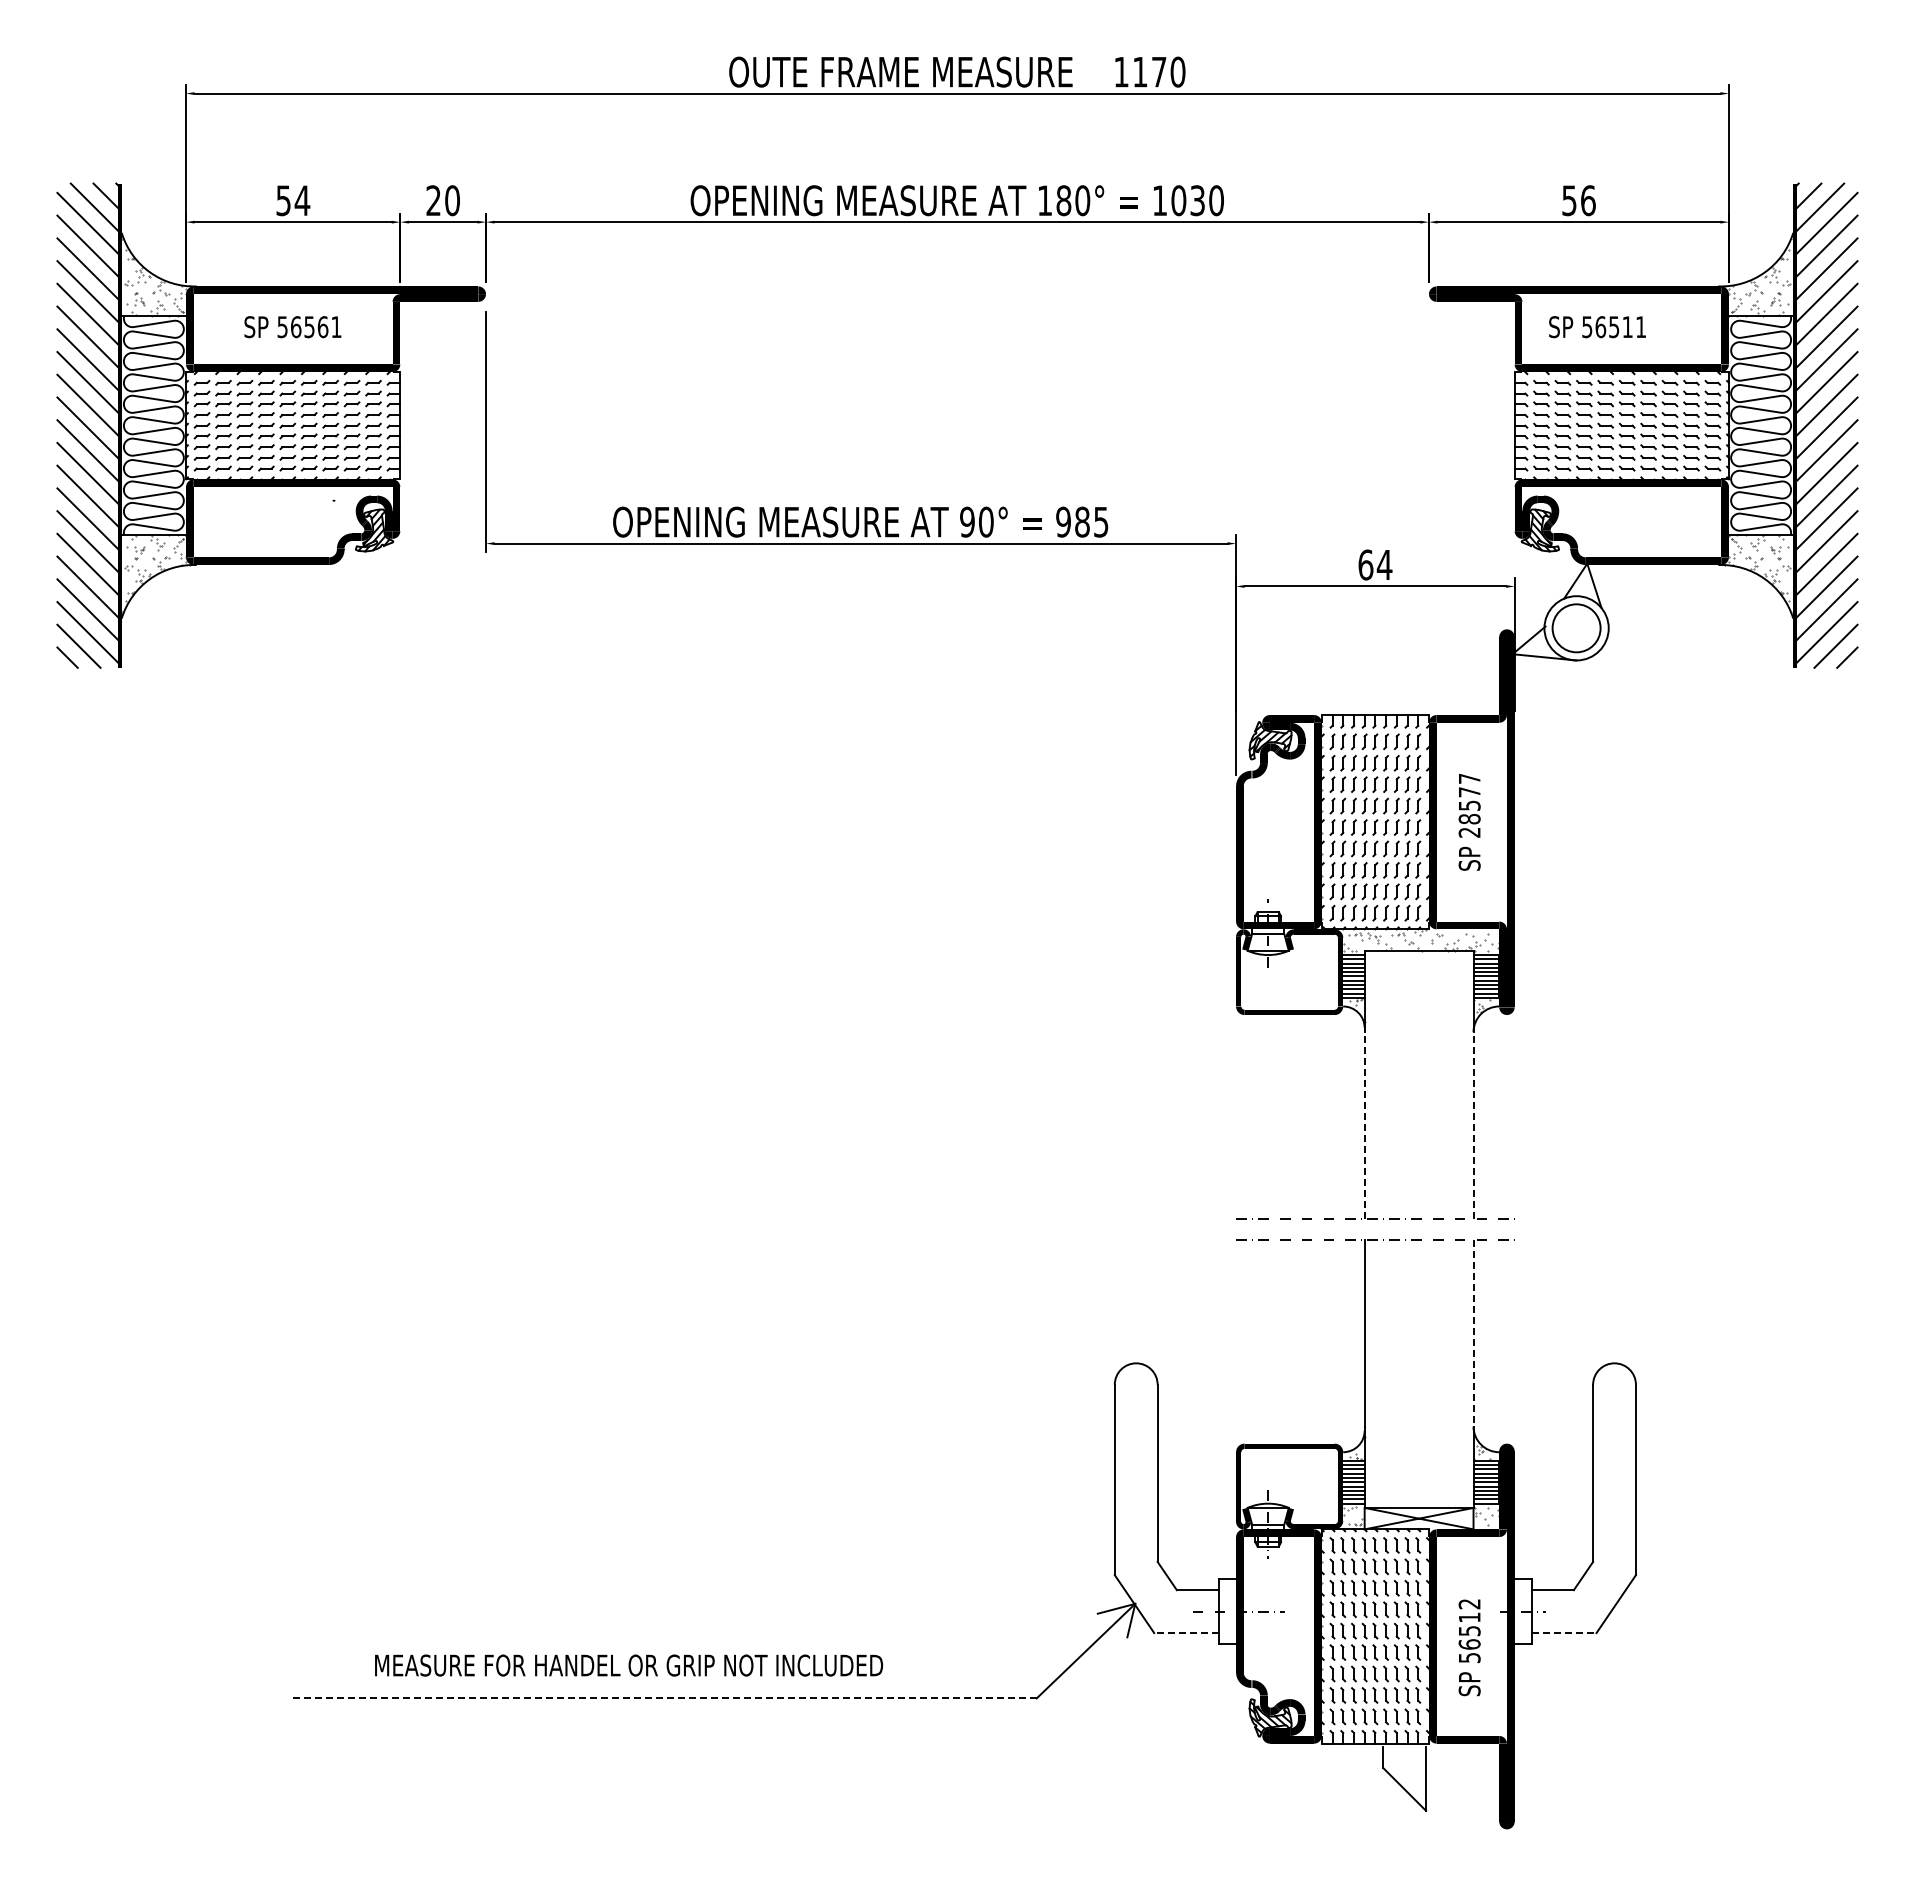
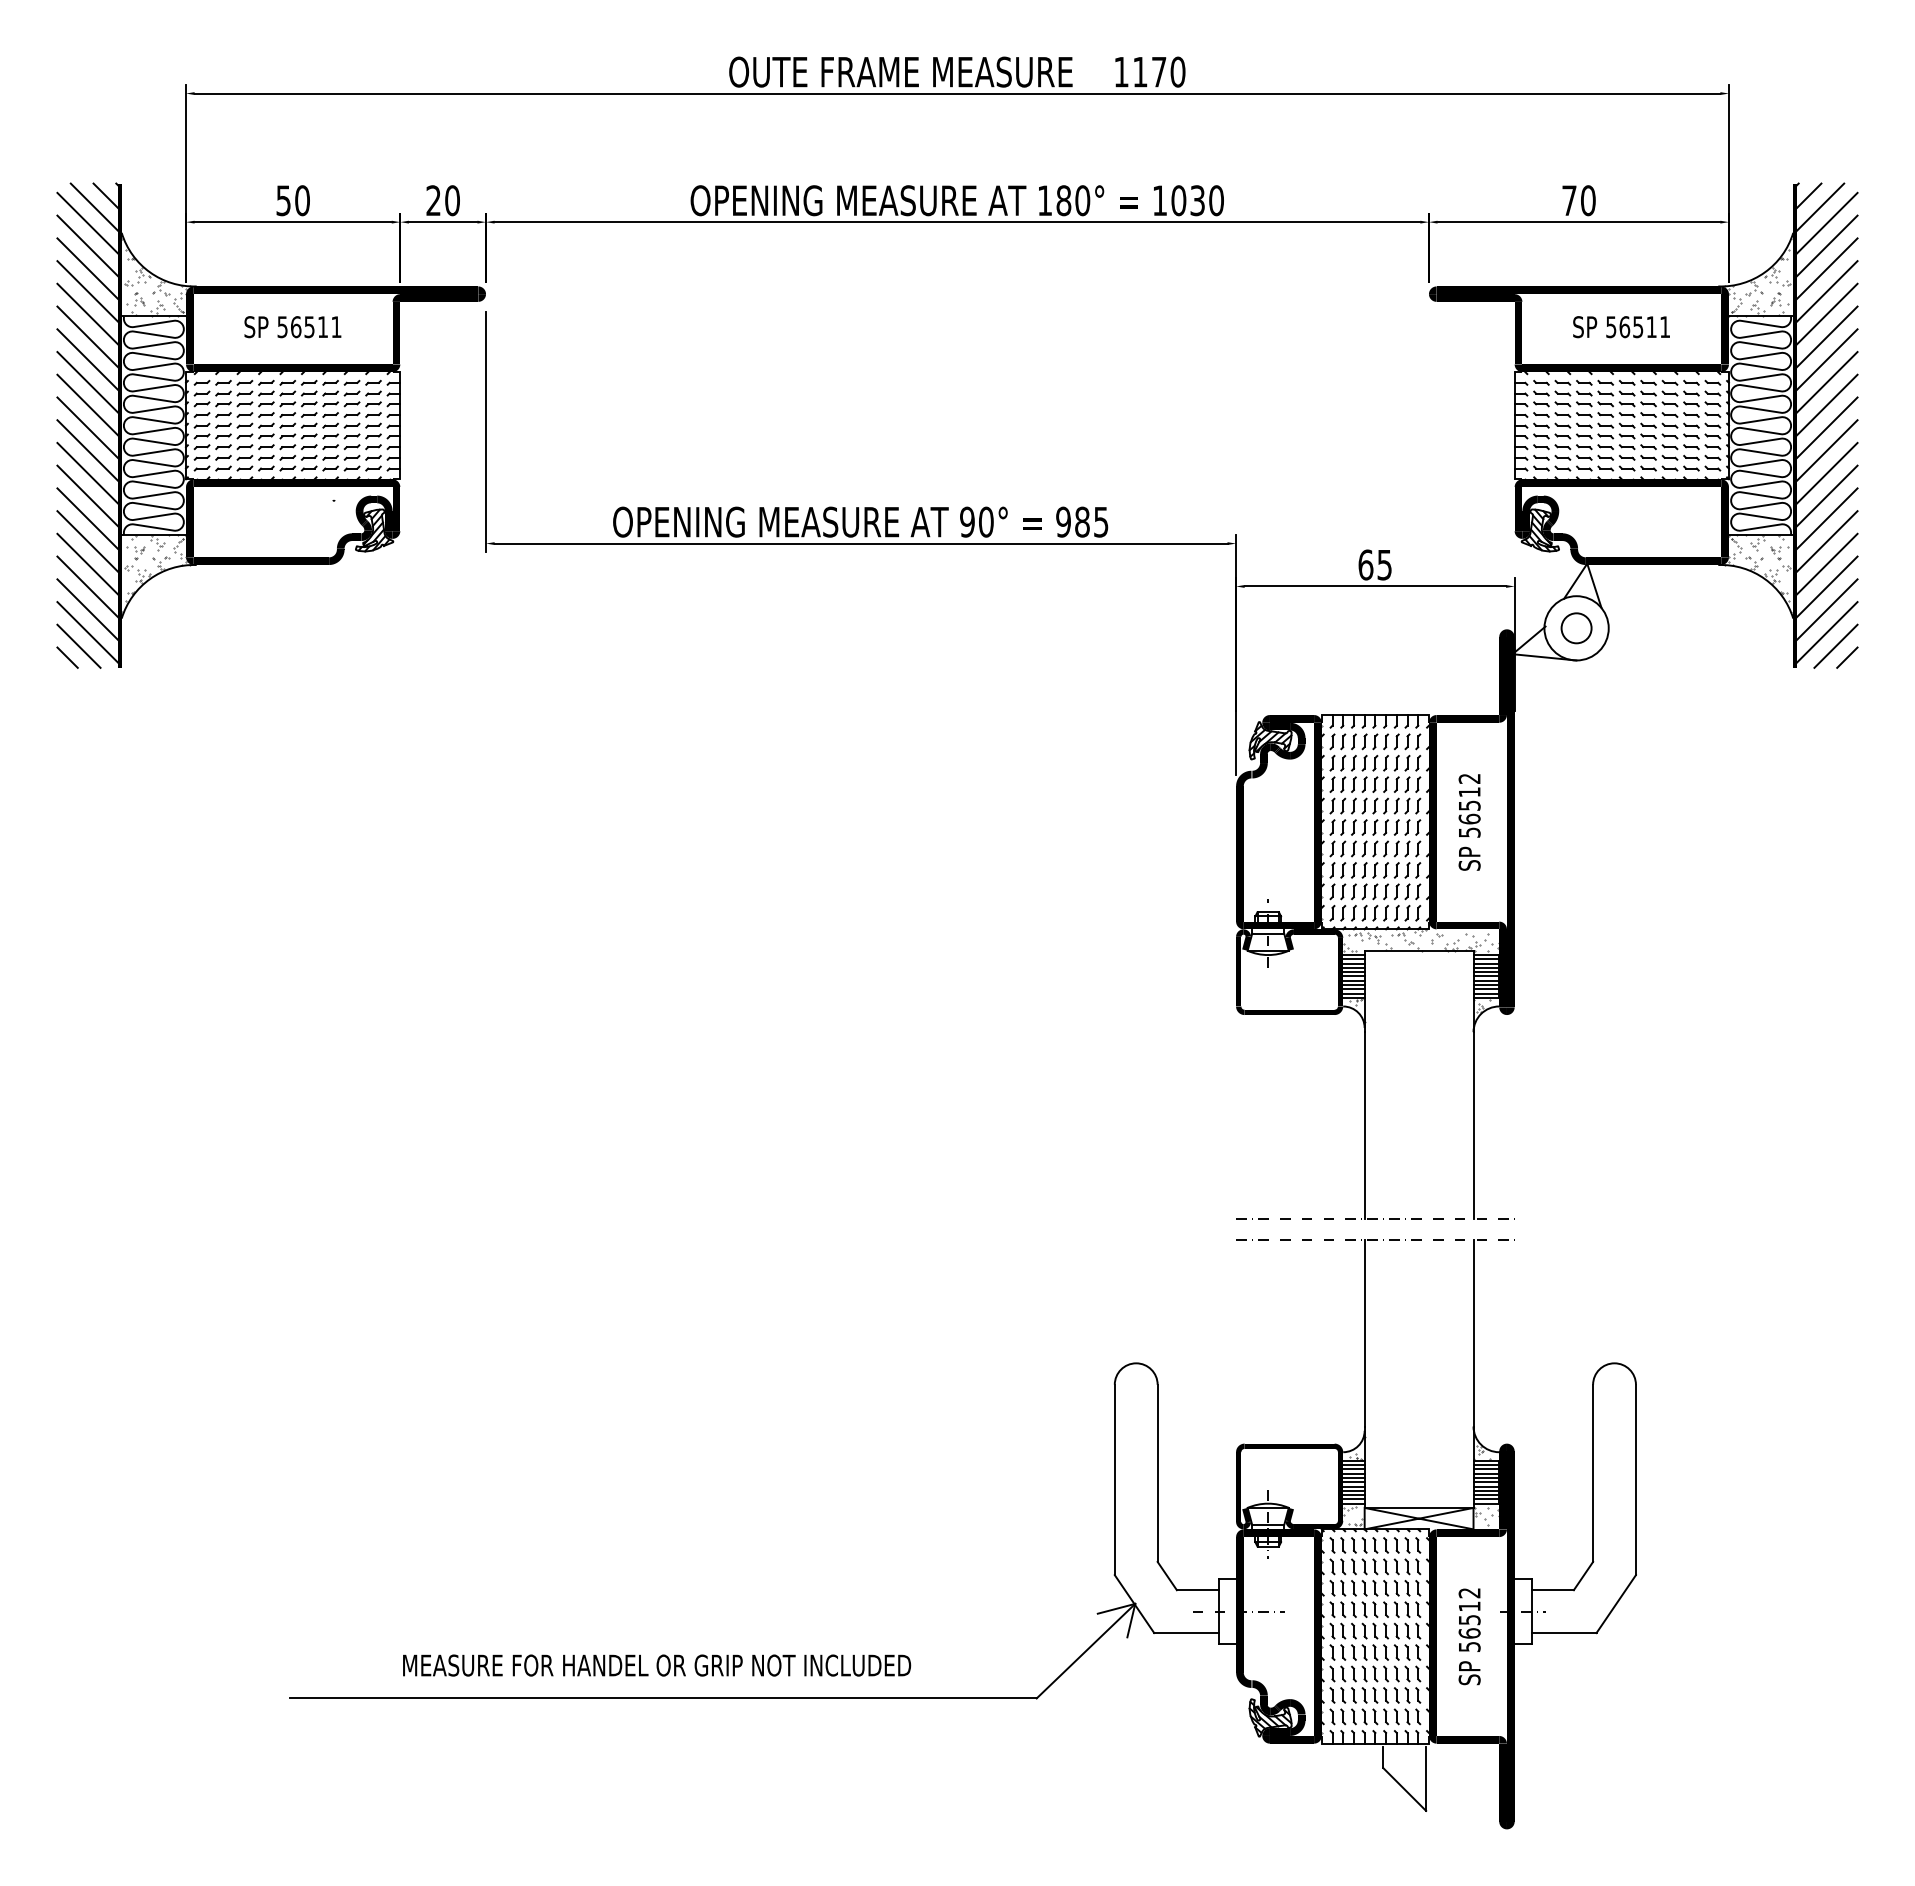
text at (302, 200): 54 -> 50
text at (1578, 200): 56 -> 70
text at (322, 327): 56561 -> 56511
text at (1597, 327) position: (1597, 327) -> (1621, 327)
text at (1384, 565): 64 -> 65
circle at (1576, 628) diameter: 48 px -> 30 px
text at (1469, 805): 28577 -> 56512
line at (1364, 1124): dashed -> solid
line at (1473, 1124): dashed -> solid
line at (1473, 1333): dashed -> solid
line at (1185, 1633): dashed -> solid
line at (1564, 1633): dashed -> solid
text at (1469, 1647) position: (1469, 1647) -> (1469, 1636)
text at (629, 1665) position: (629, 1665) -> (657, 1665)
line at (663, 1698): dashed -> solid
